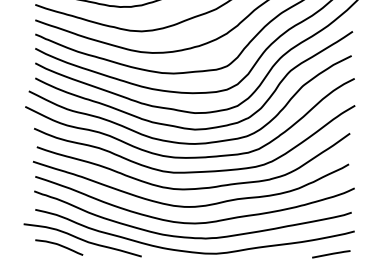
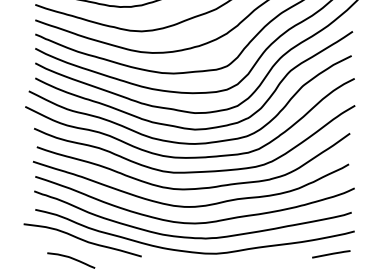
curve at (60, 246) position: (60, 246) -> (72, 259)
